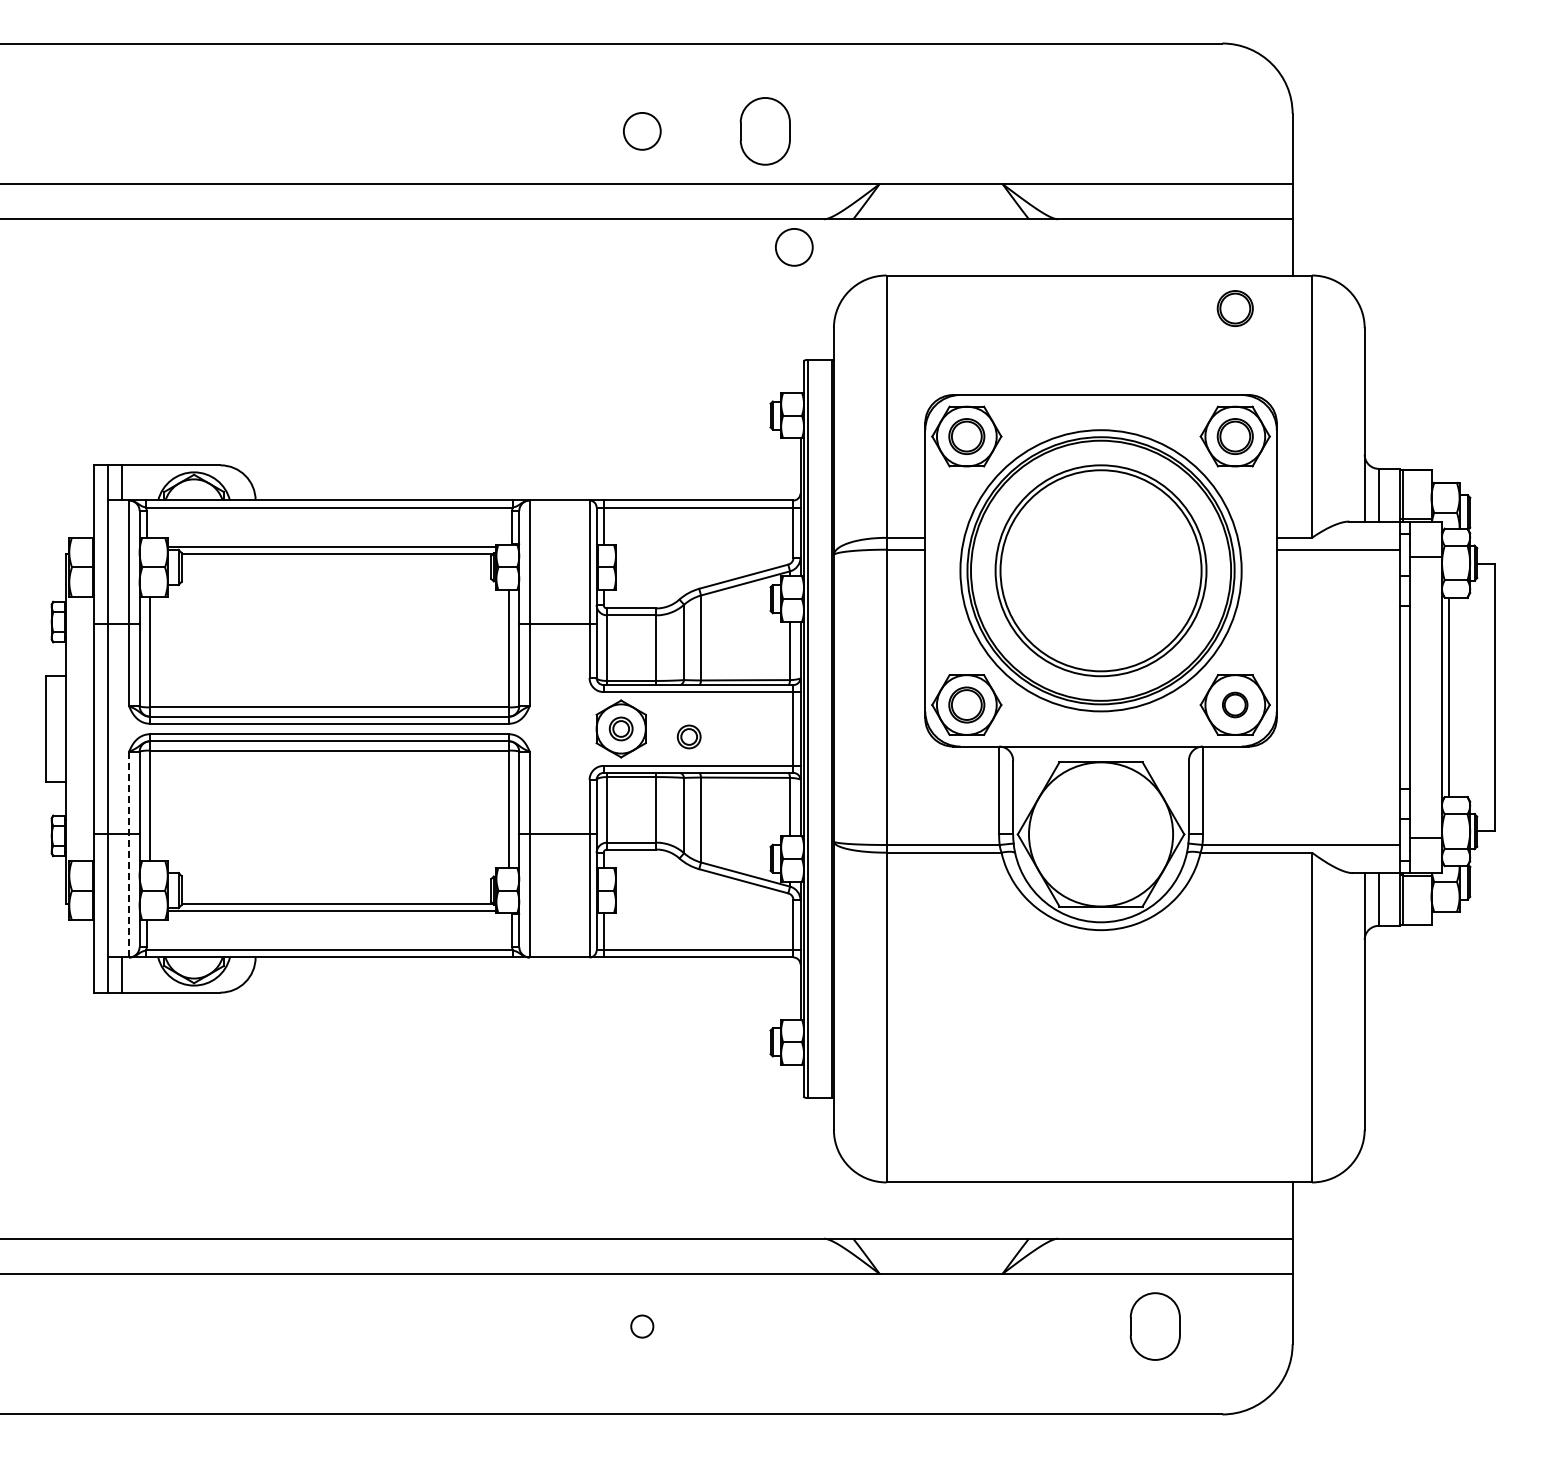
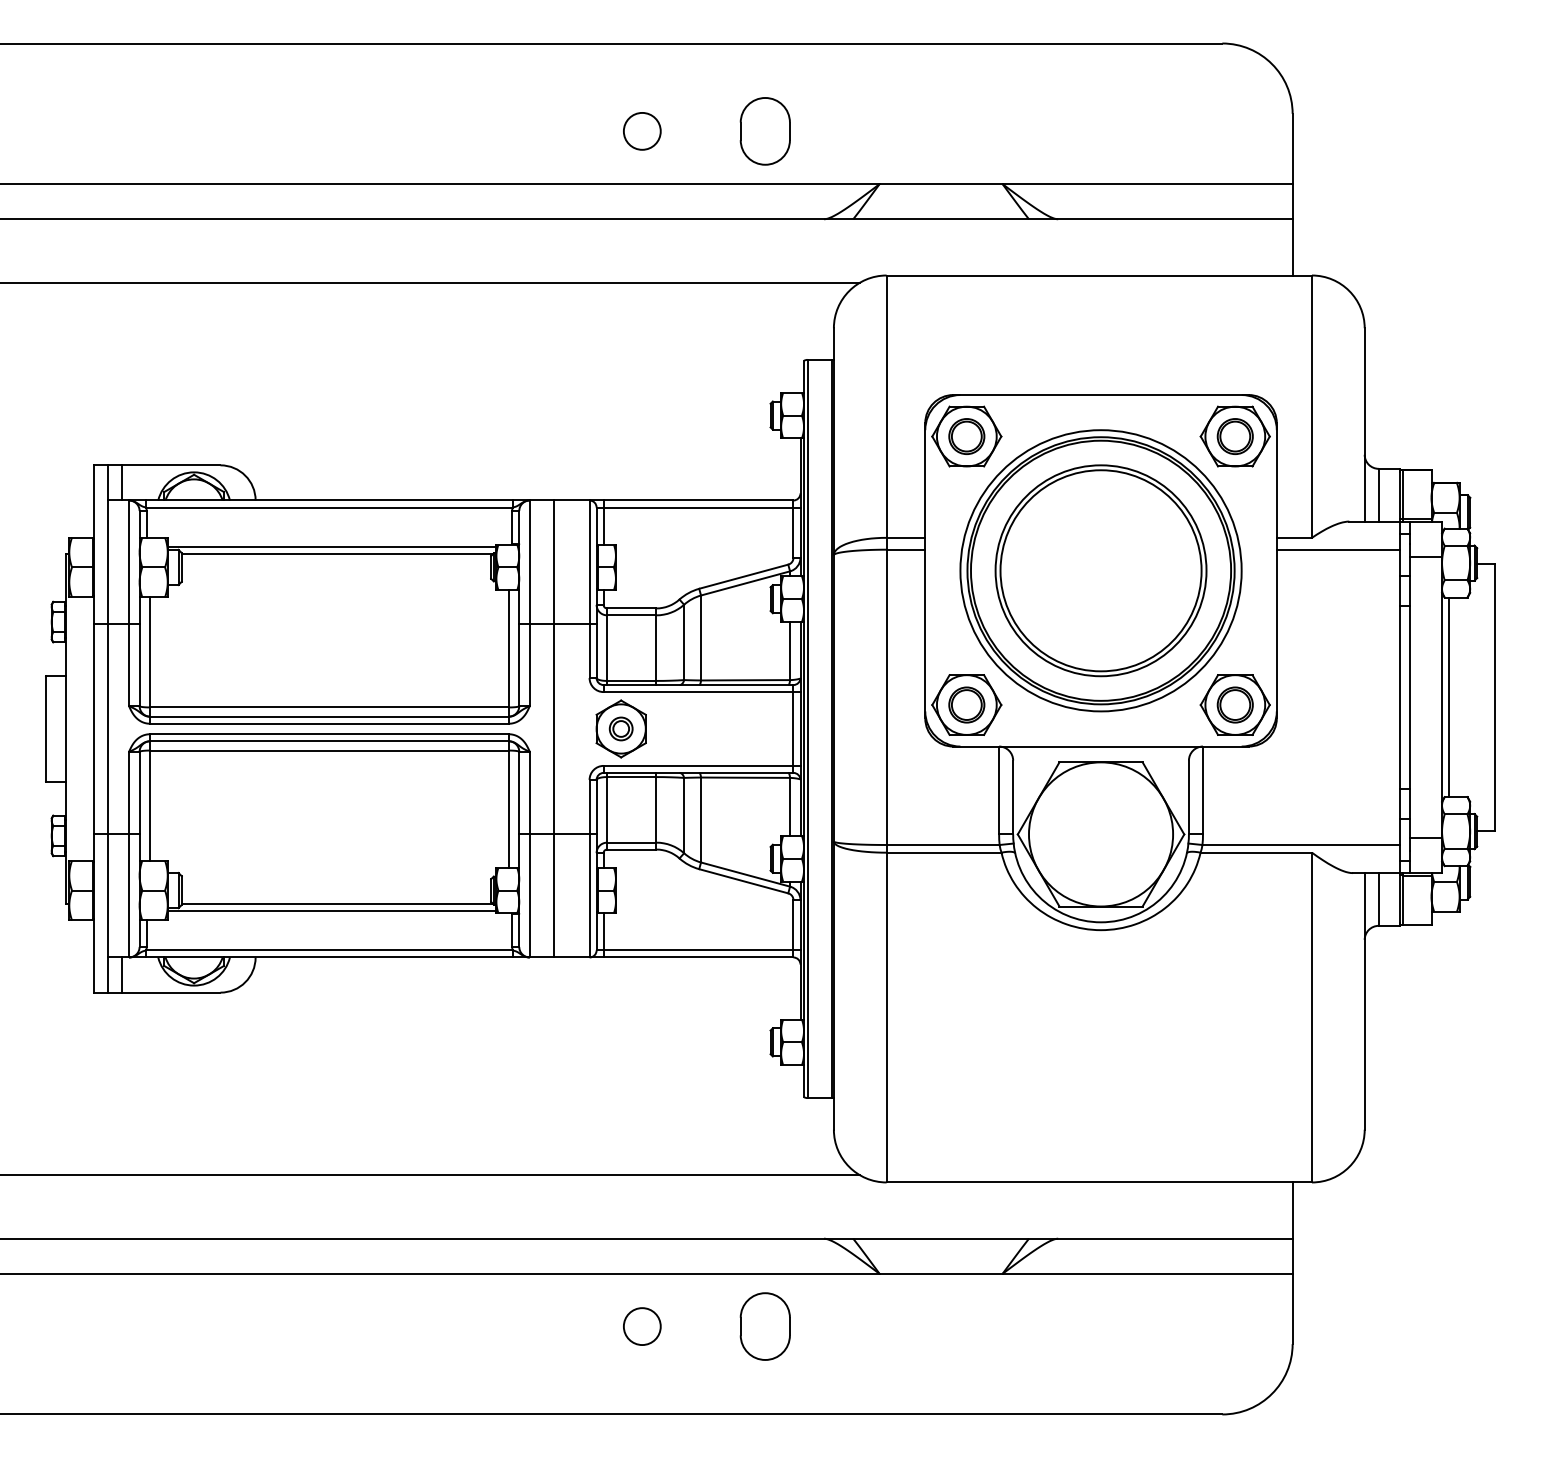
circle at (794, 247): present -> none
line at (431, 282): none -> present
part at (1234, 308): present -> none
part at (1235, 704) size: 27x28 px -> 38x38 px
line at (554, 728): none -> present
part at (688, 736): present -> none
line at (129, 854): dashed -> solid
line at (431, 1175): none -> present
circle at (642, 1326) diameter: 22 px -> 37 px
part at (1154, 1326) position: (1154, 1326) -> (764, 1326)
